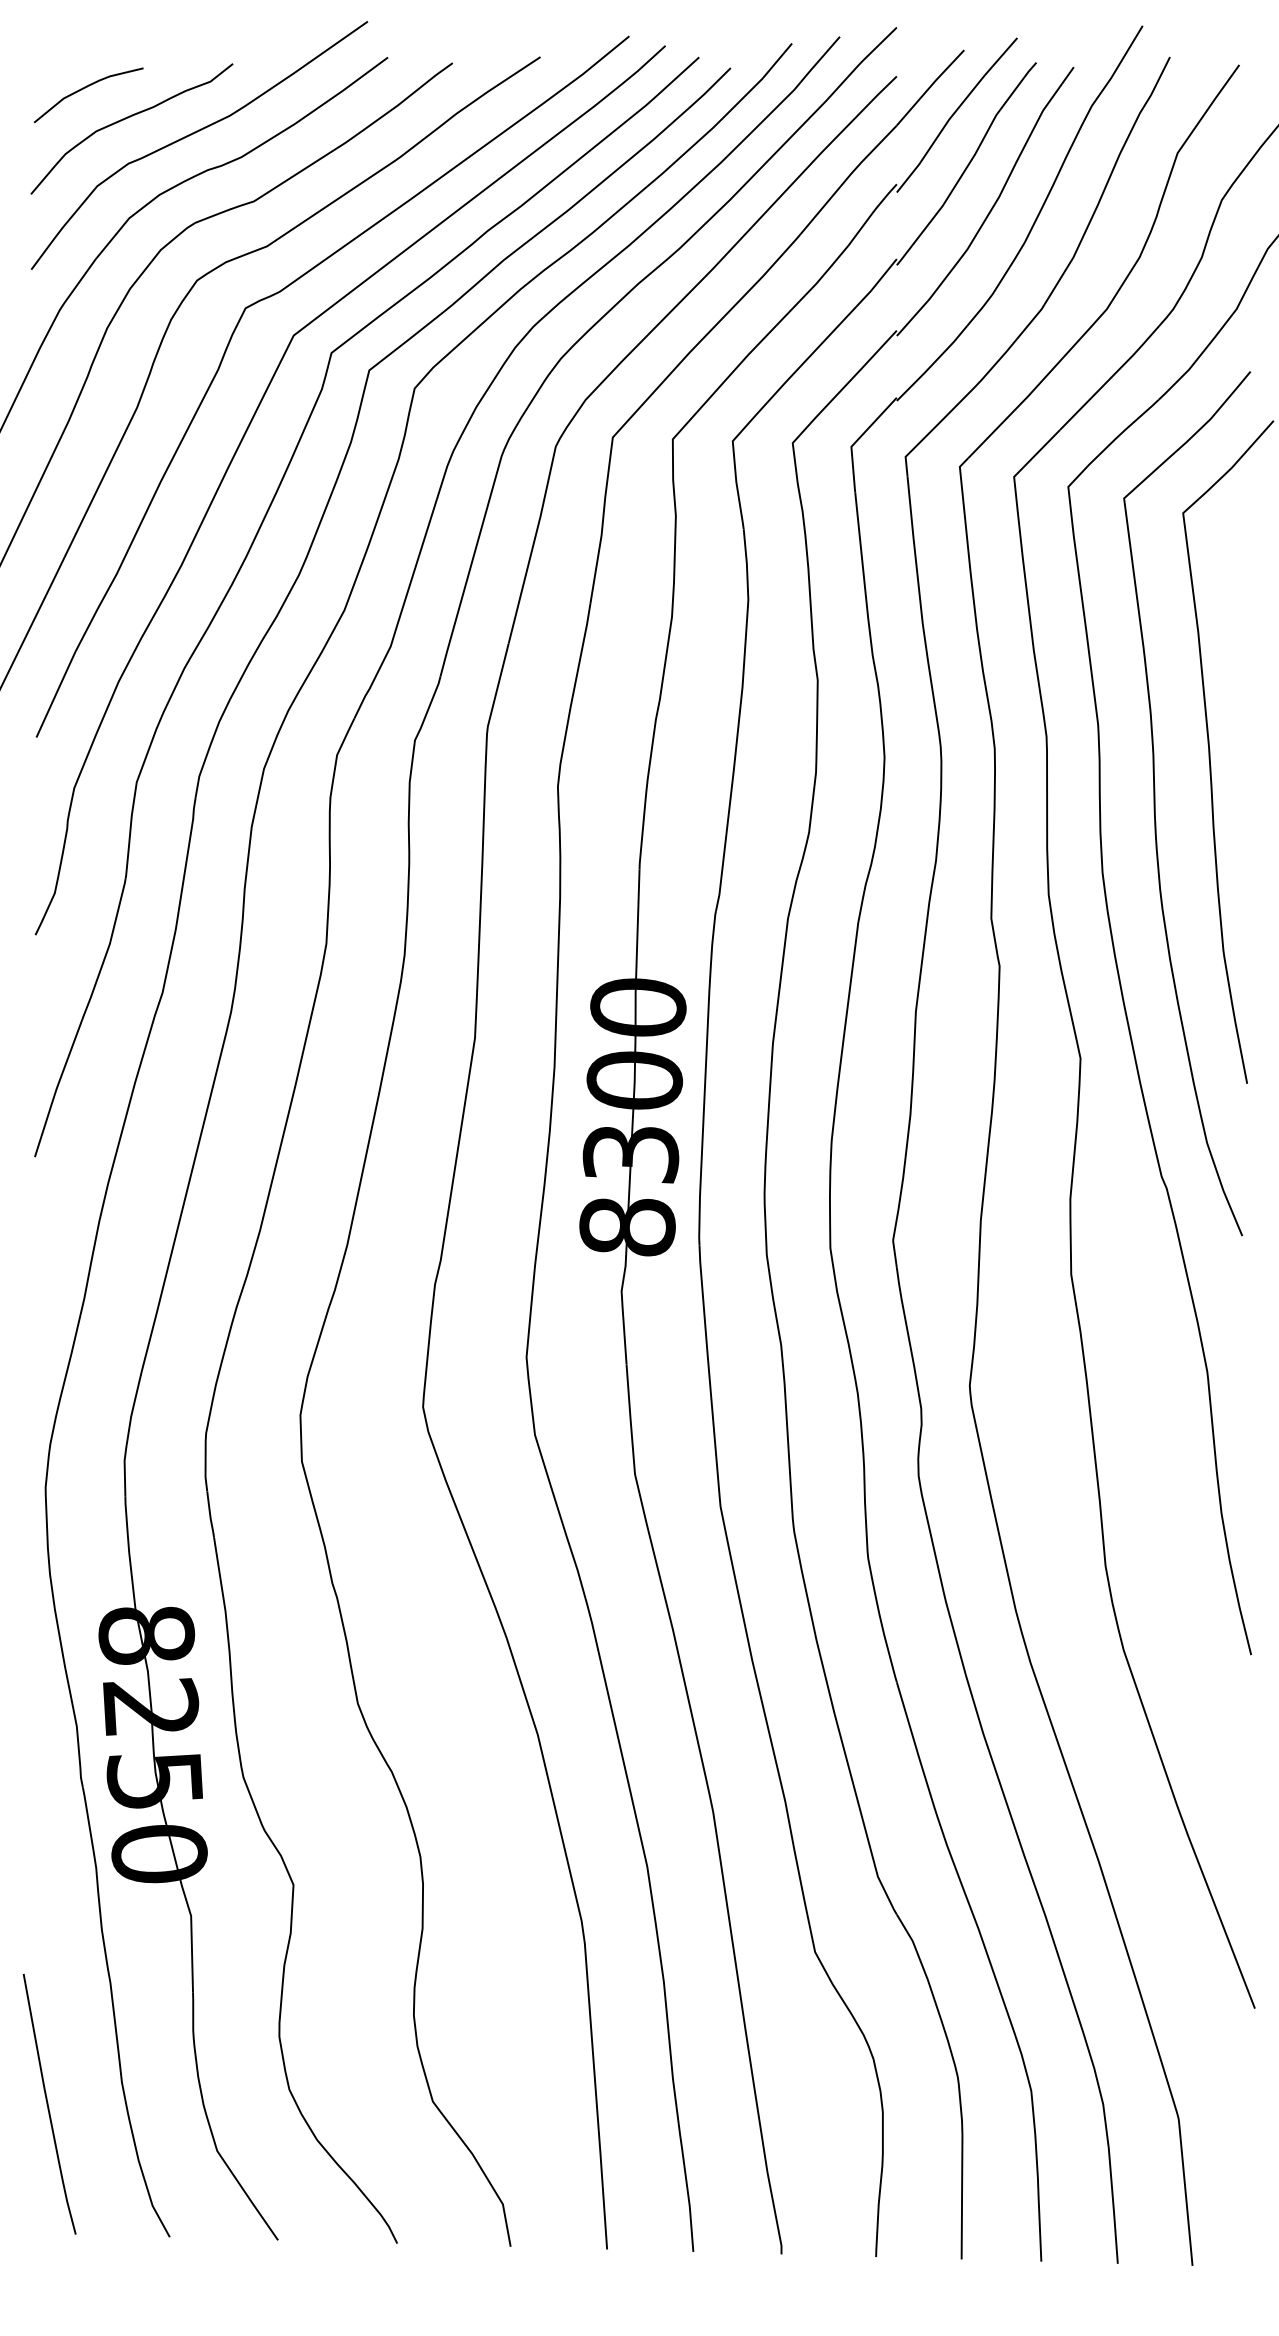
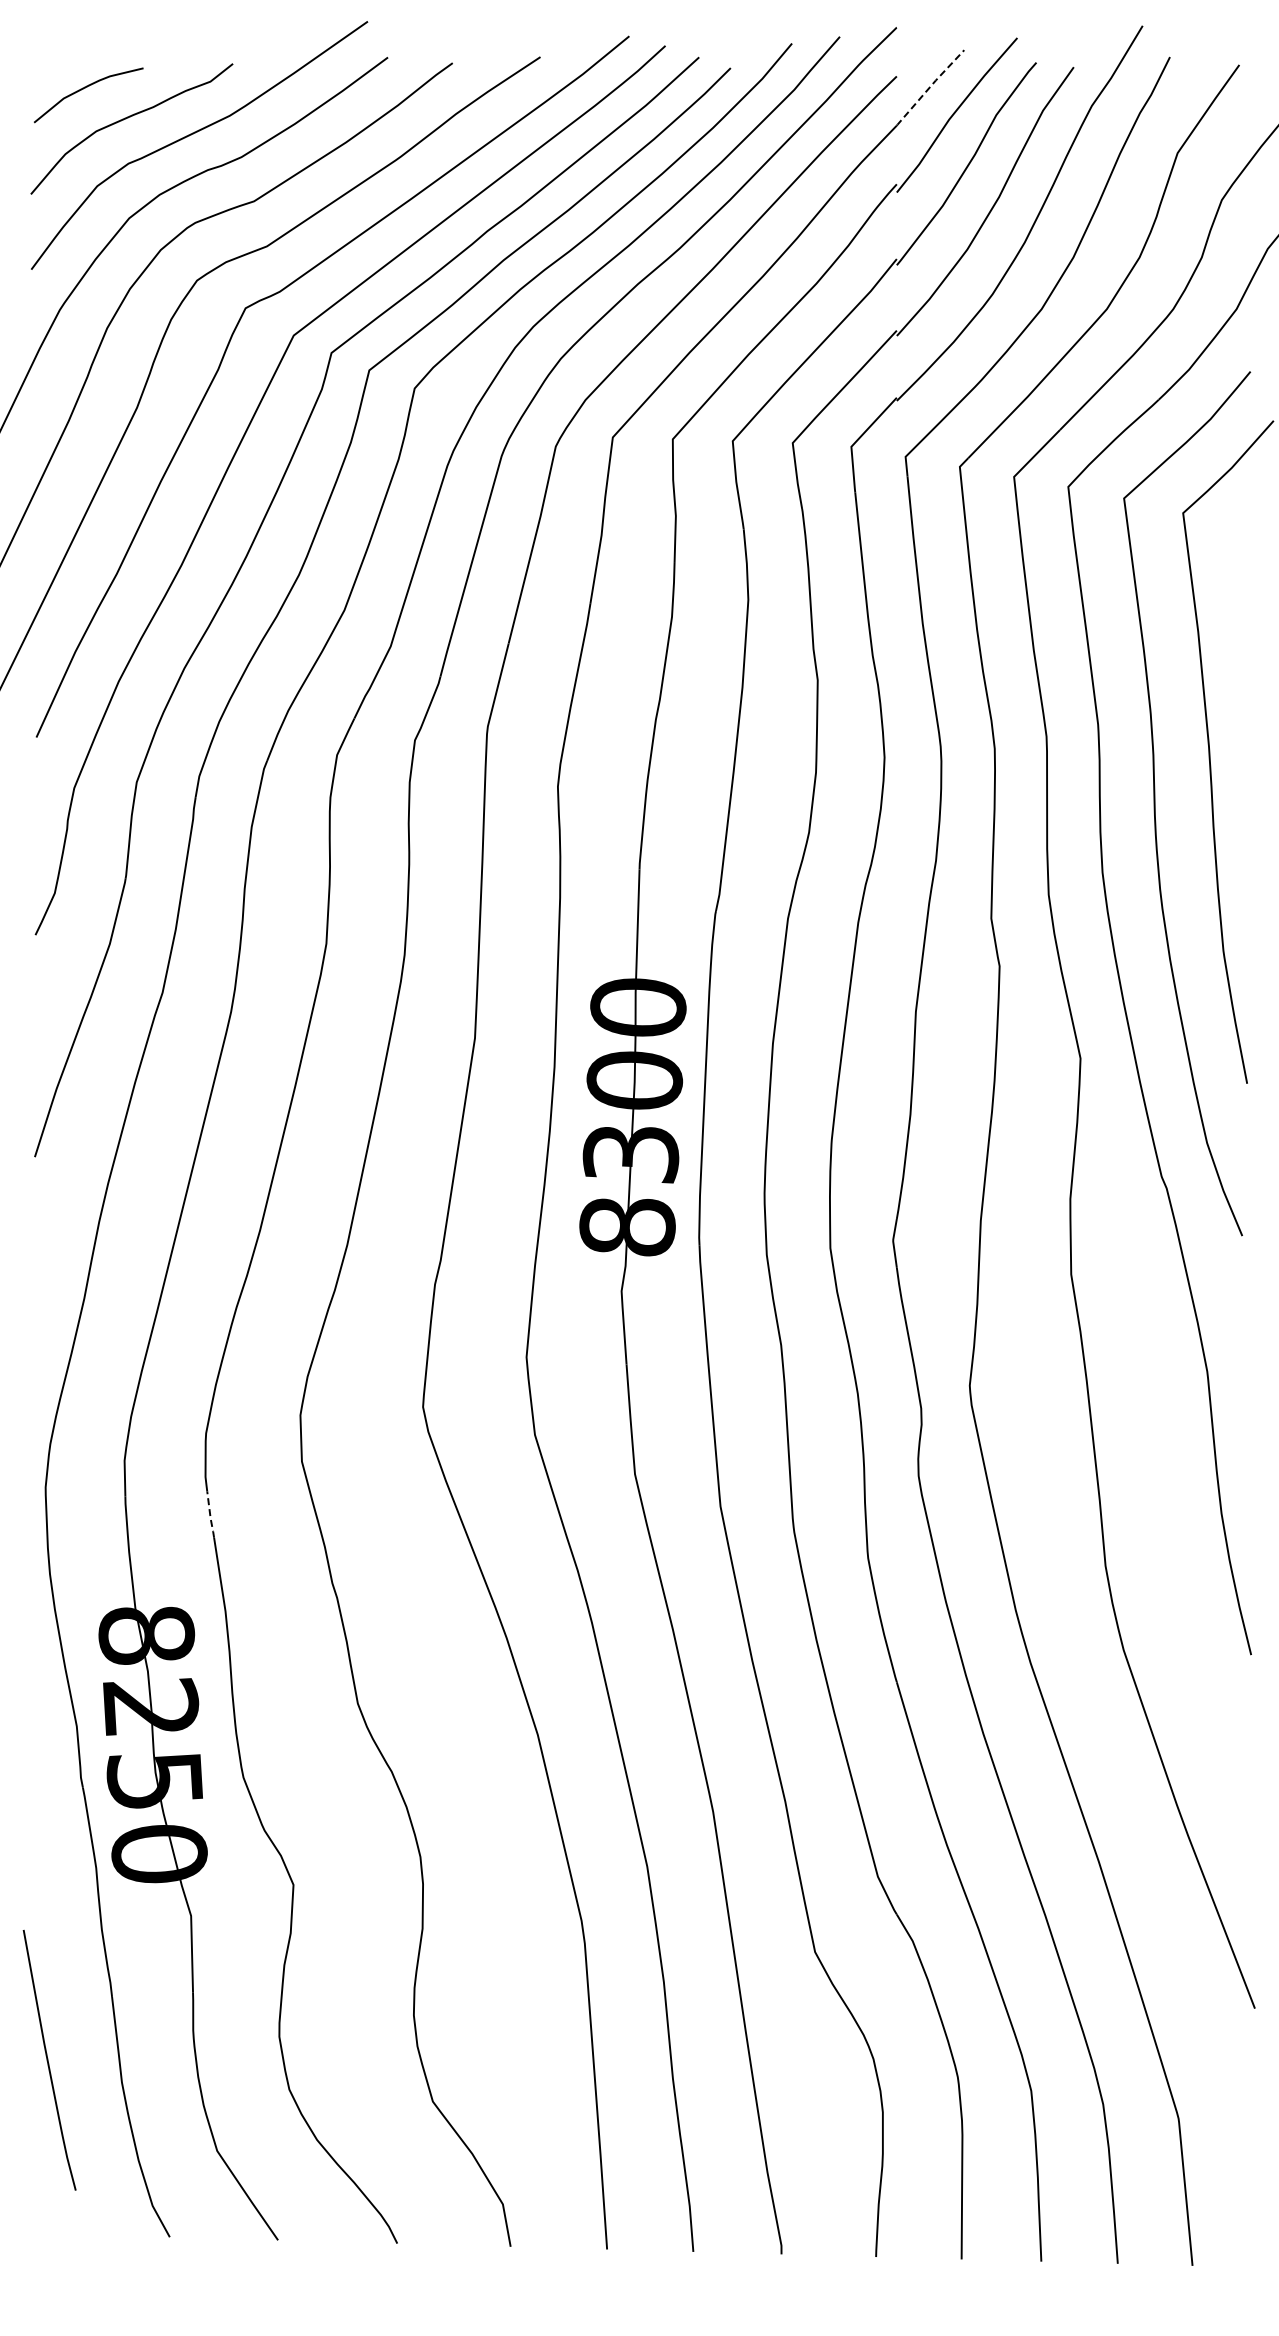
line at (930, 87): solid -> dashed
line at (210, 1515): solid -> dashed
curve at (48, 2103) position: (48, 2103) -> (48, 2059)
